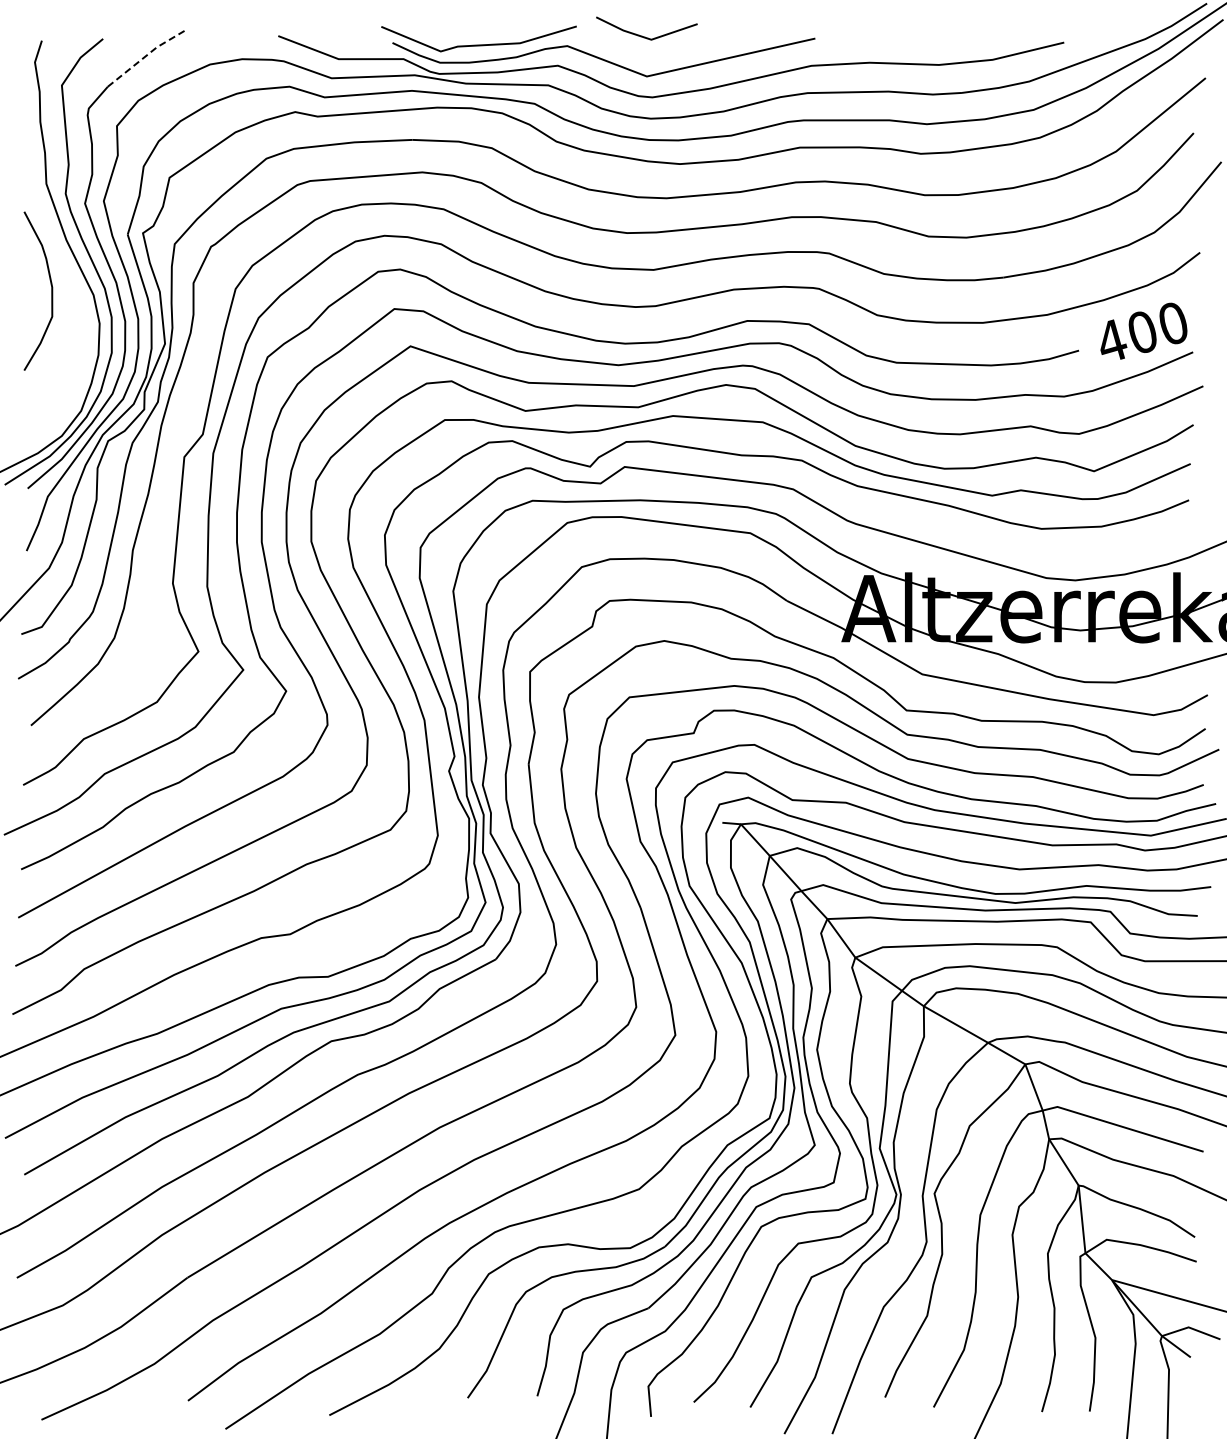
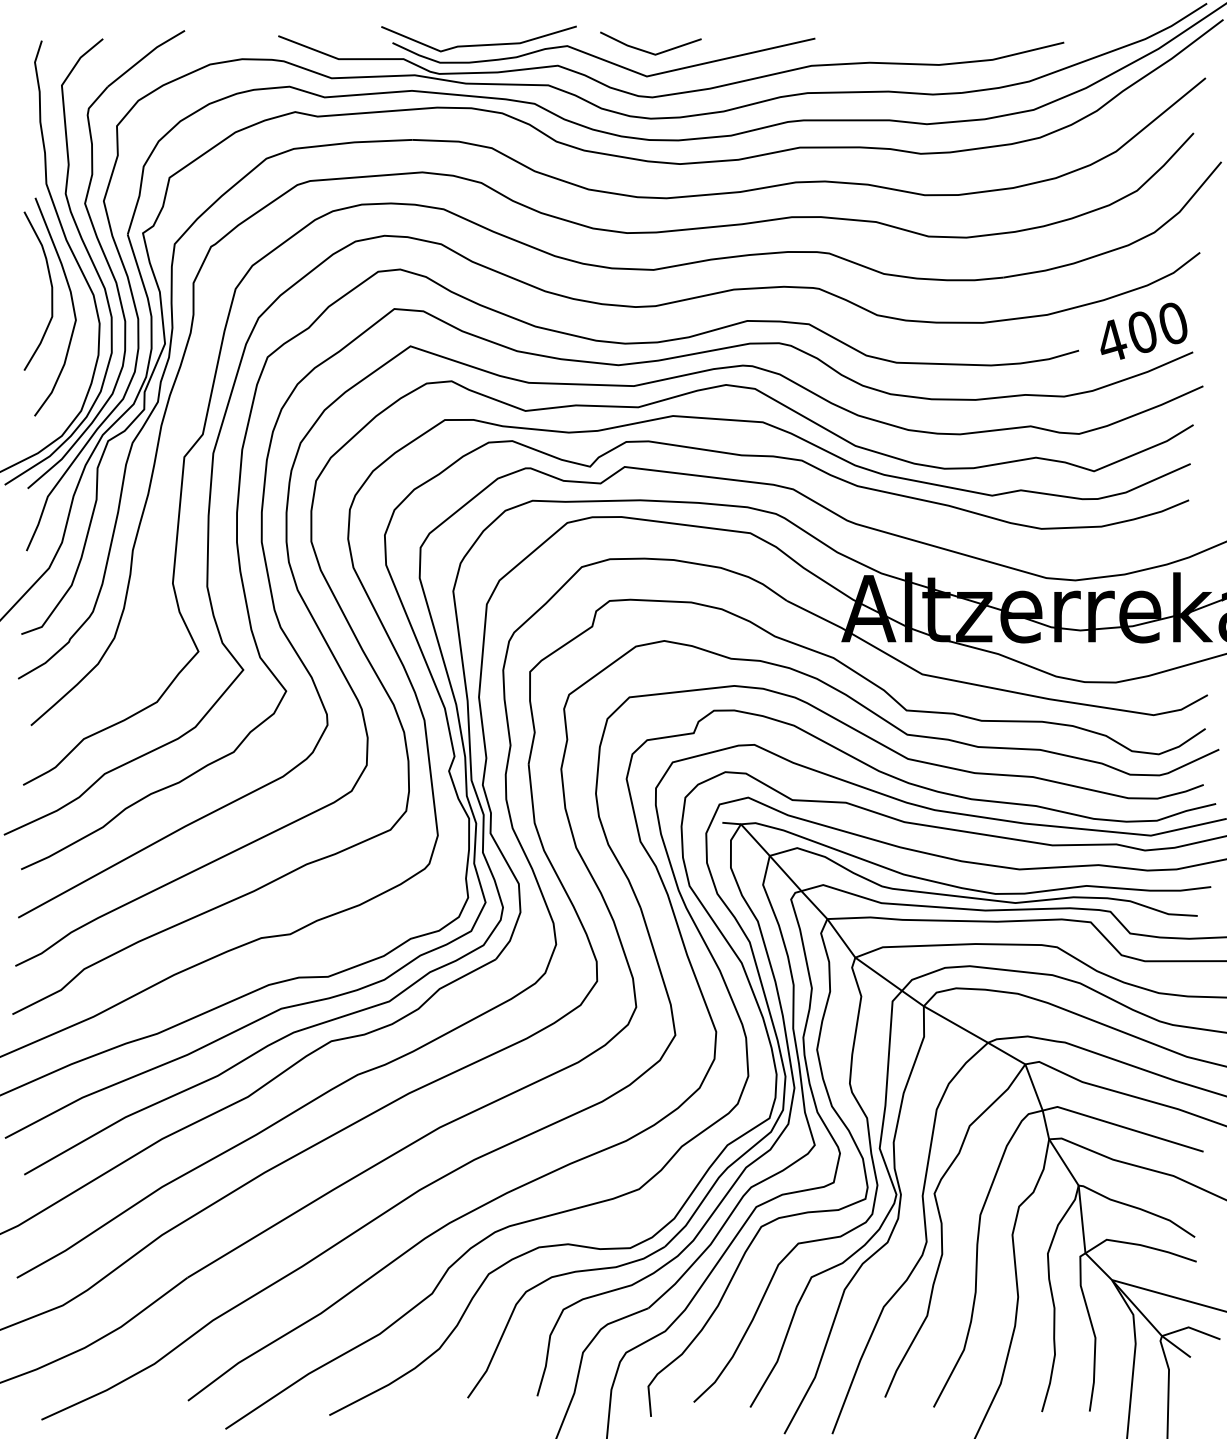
line at (642, 35) position: (642, 35) -> (646, 50)
line at (145, 56): dashed -> solid
curve at (71, 302): none -> present
